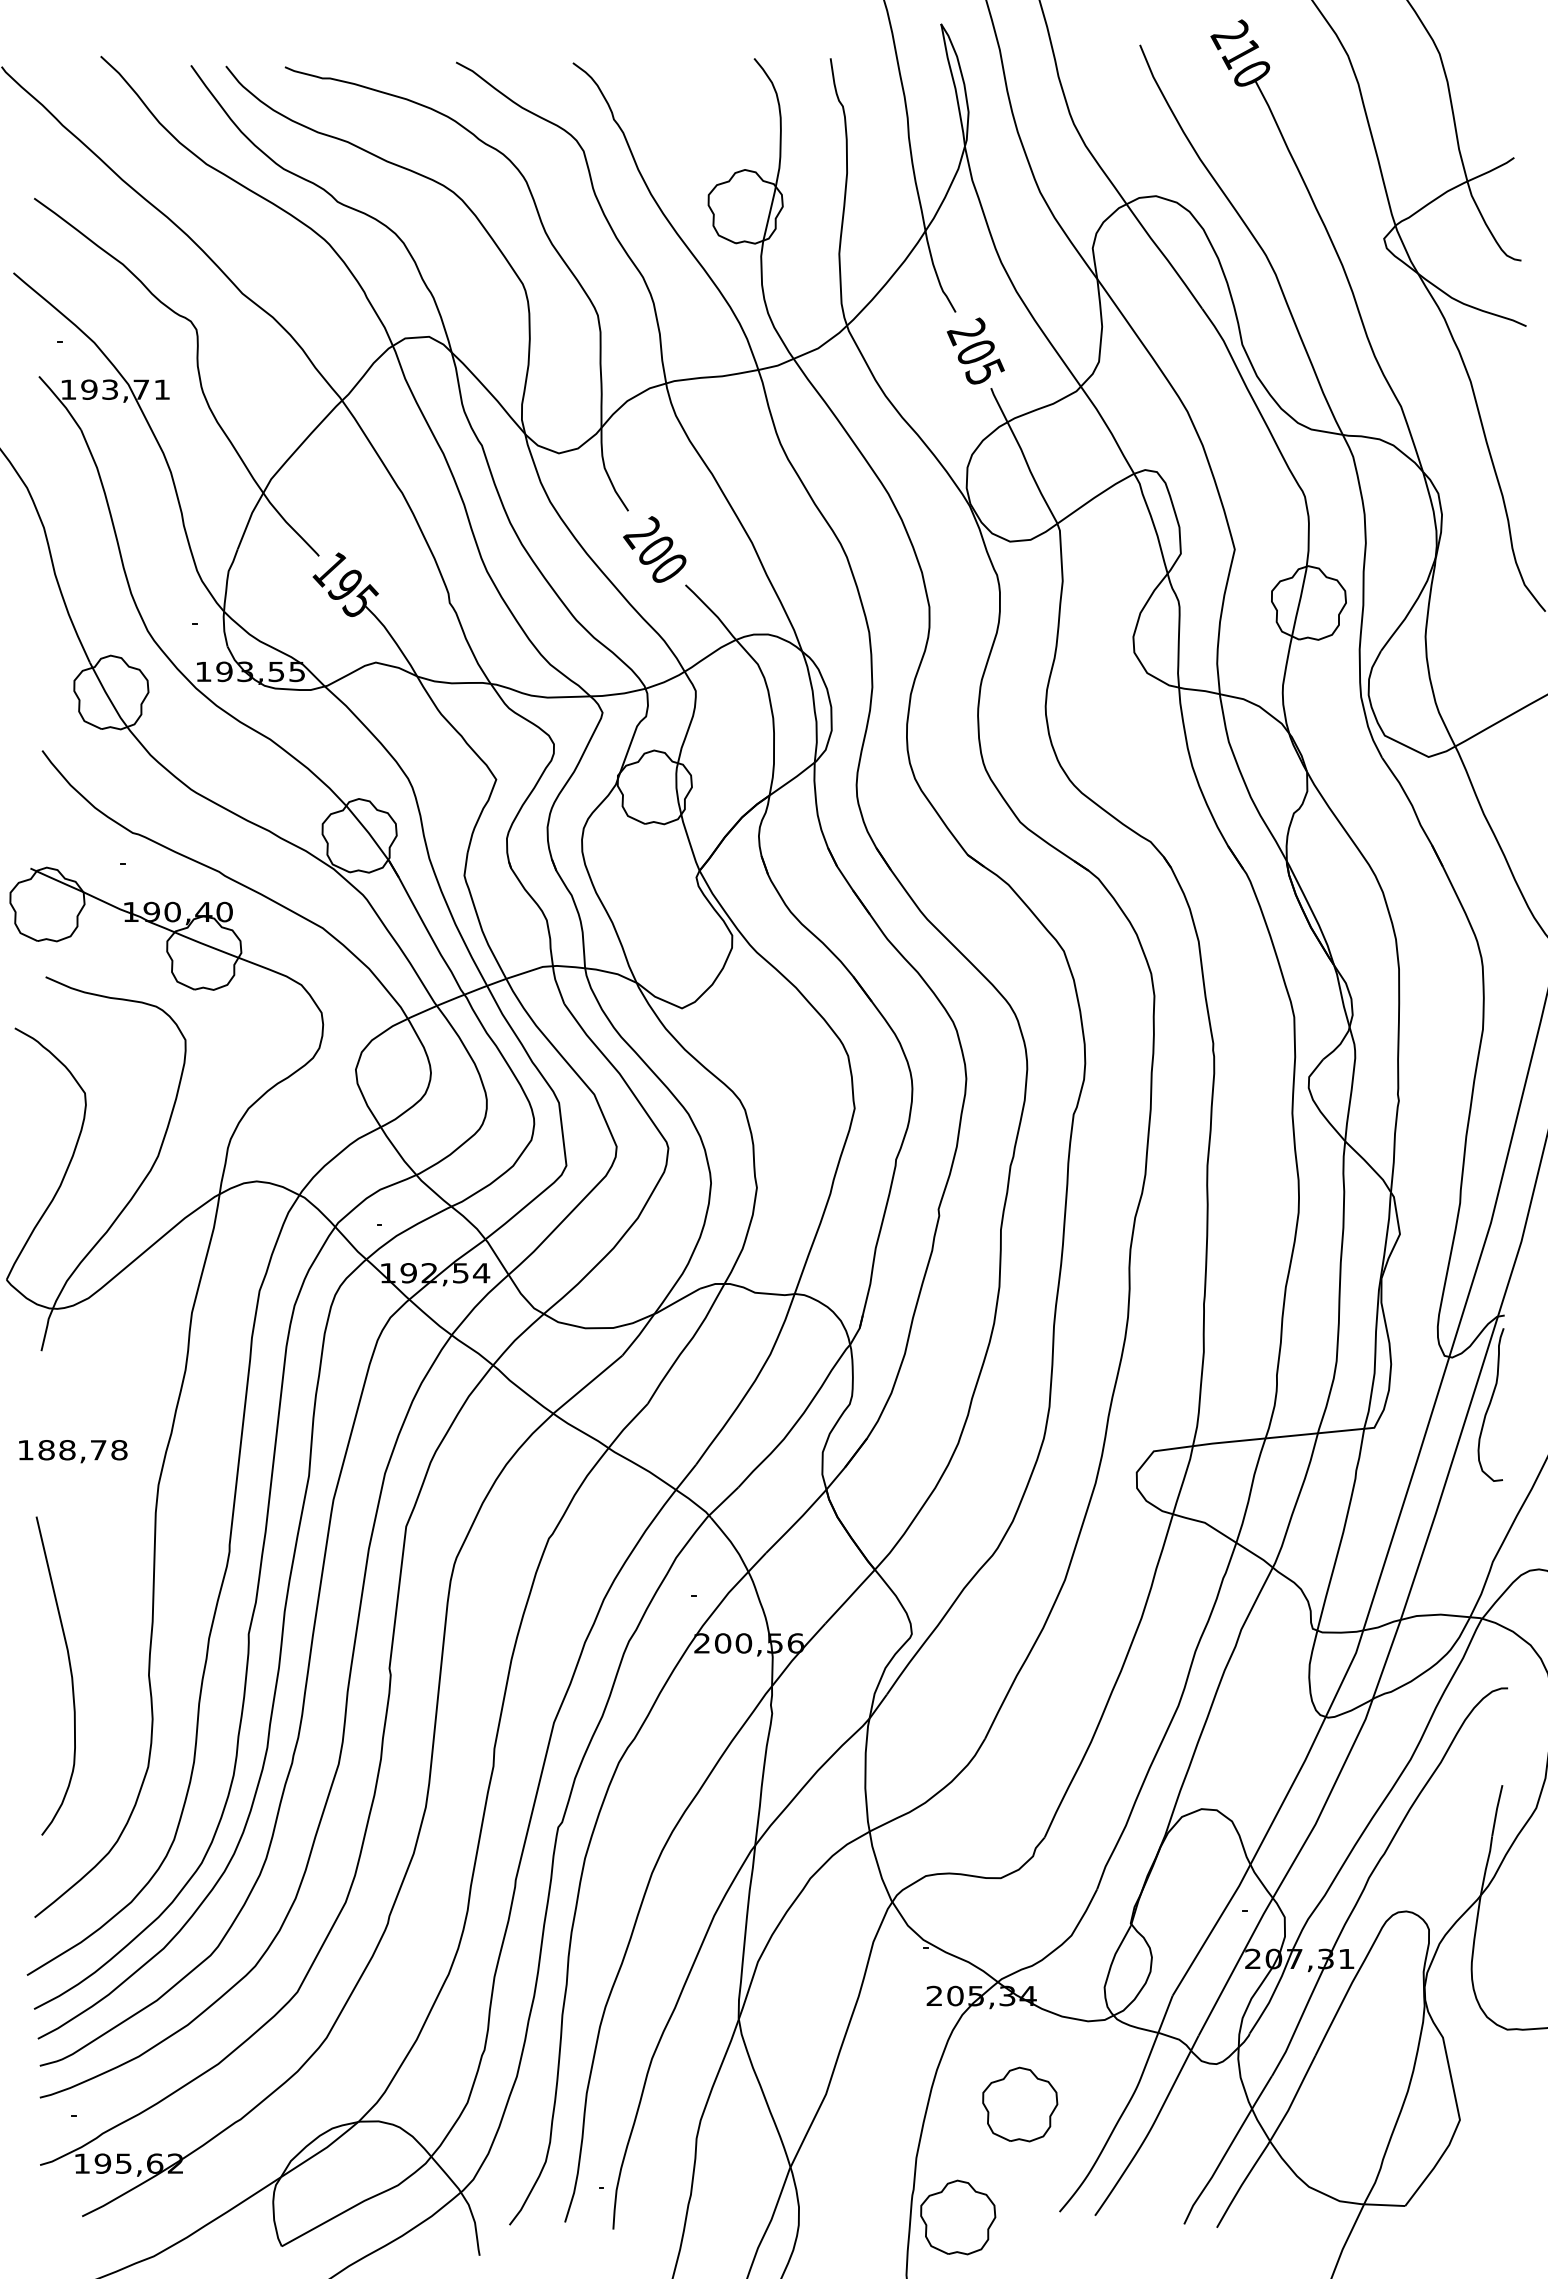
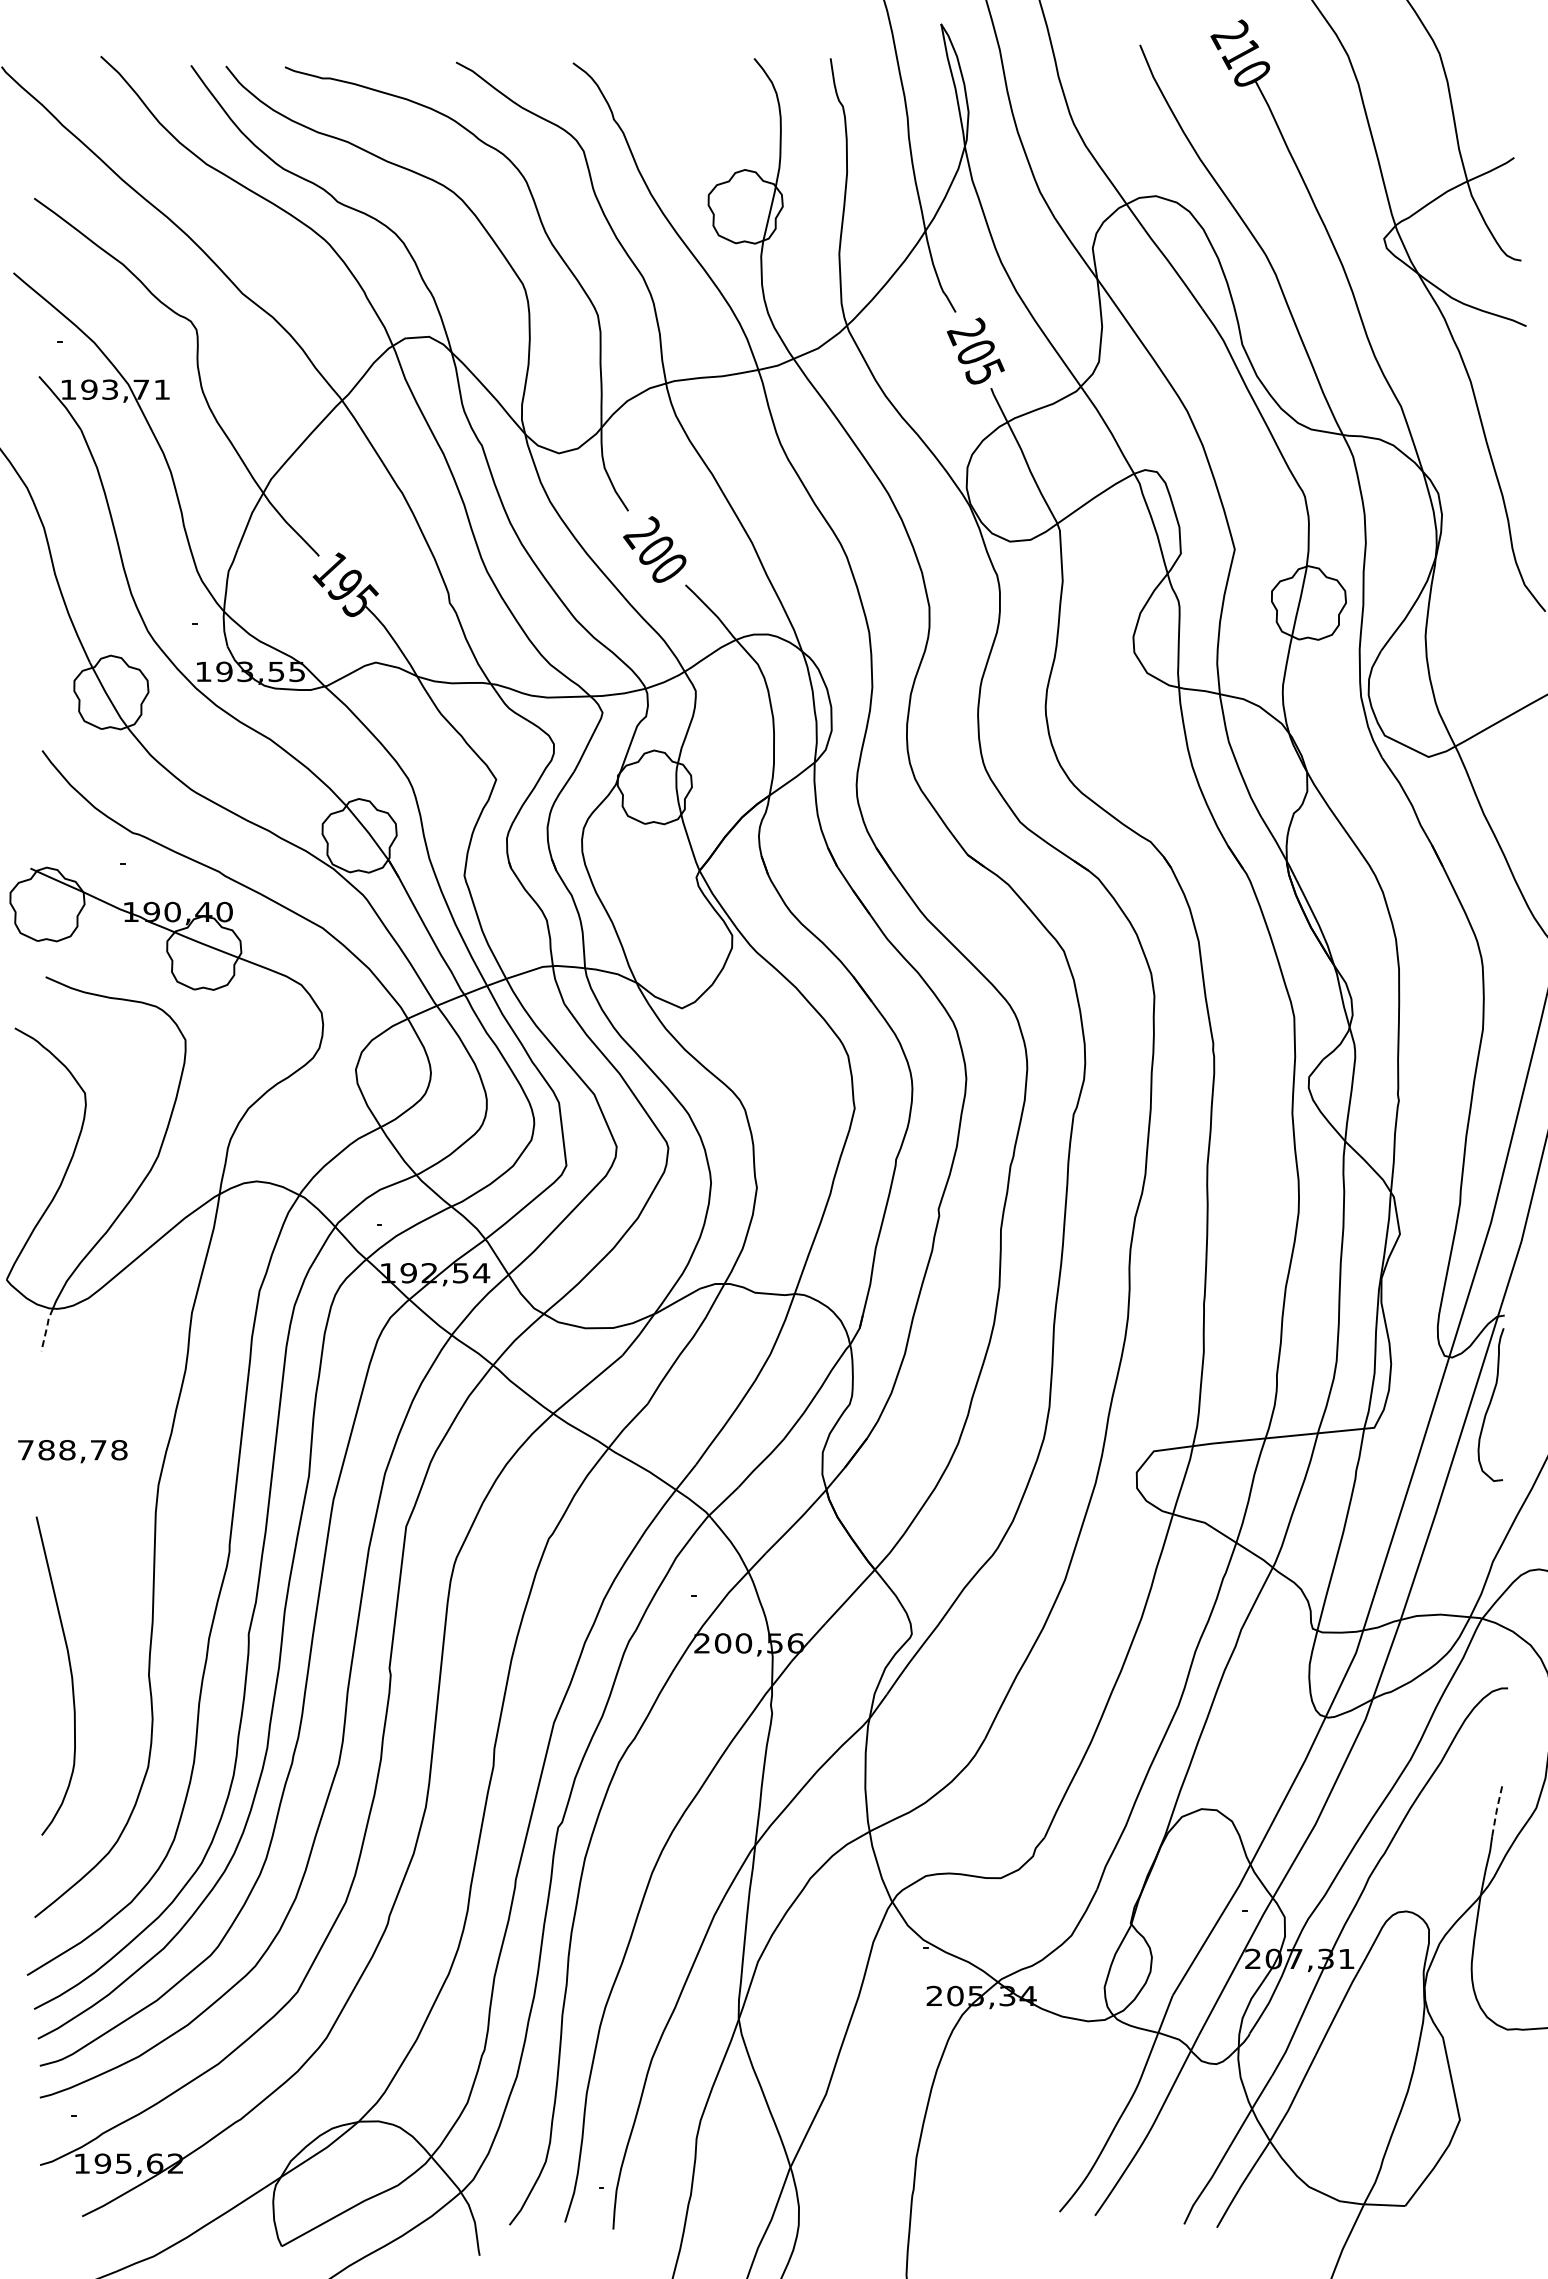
line at (46, 1328): solid -> dashed
text at (25, 1450): 188,78 -> 788,78
line at (1496, 1809): solid -> dashed
part at (1020, 2104): present -> none
part at (958, 2217): present -> none
